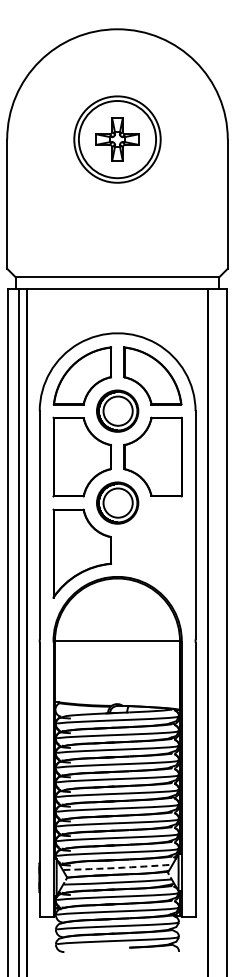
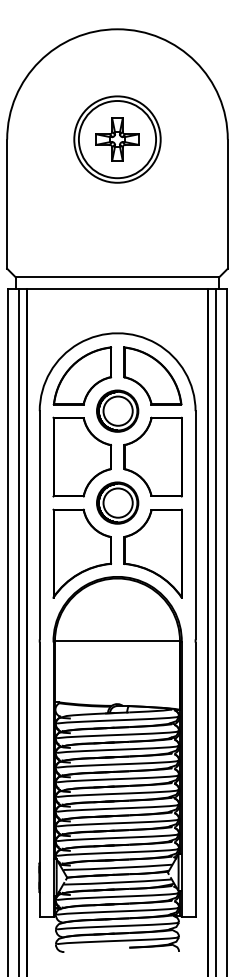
part at (152, 553): none -> present
line at (216, 630): none -> present
arc at (117, 867): dashed -> solid
